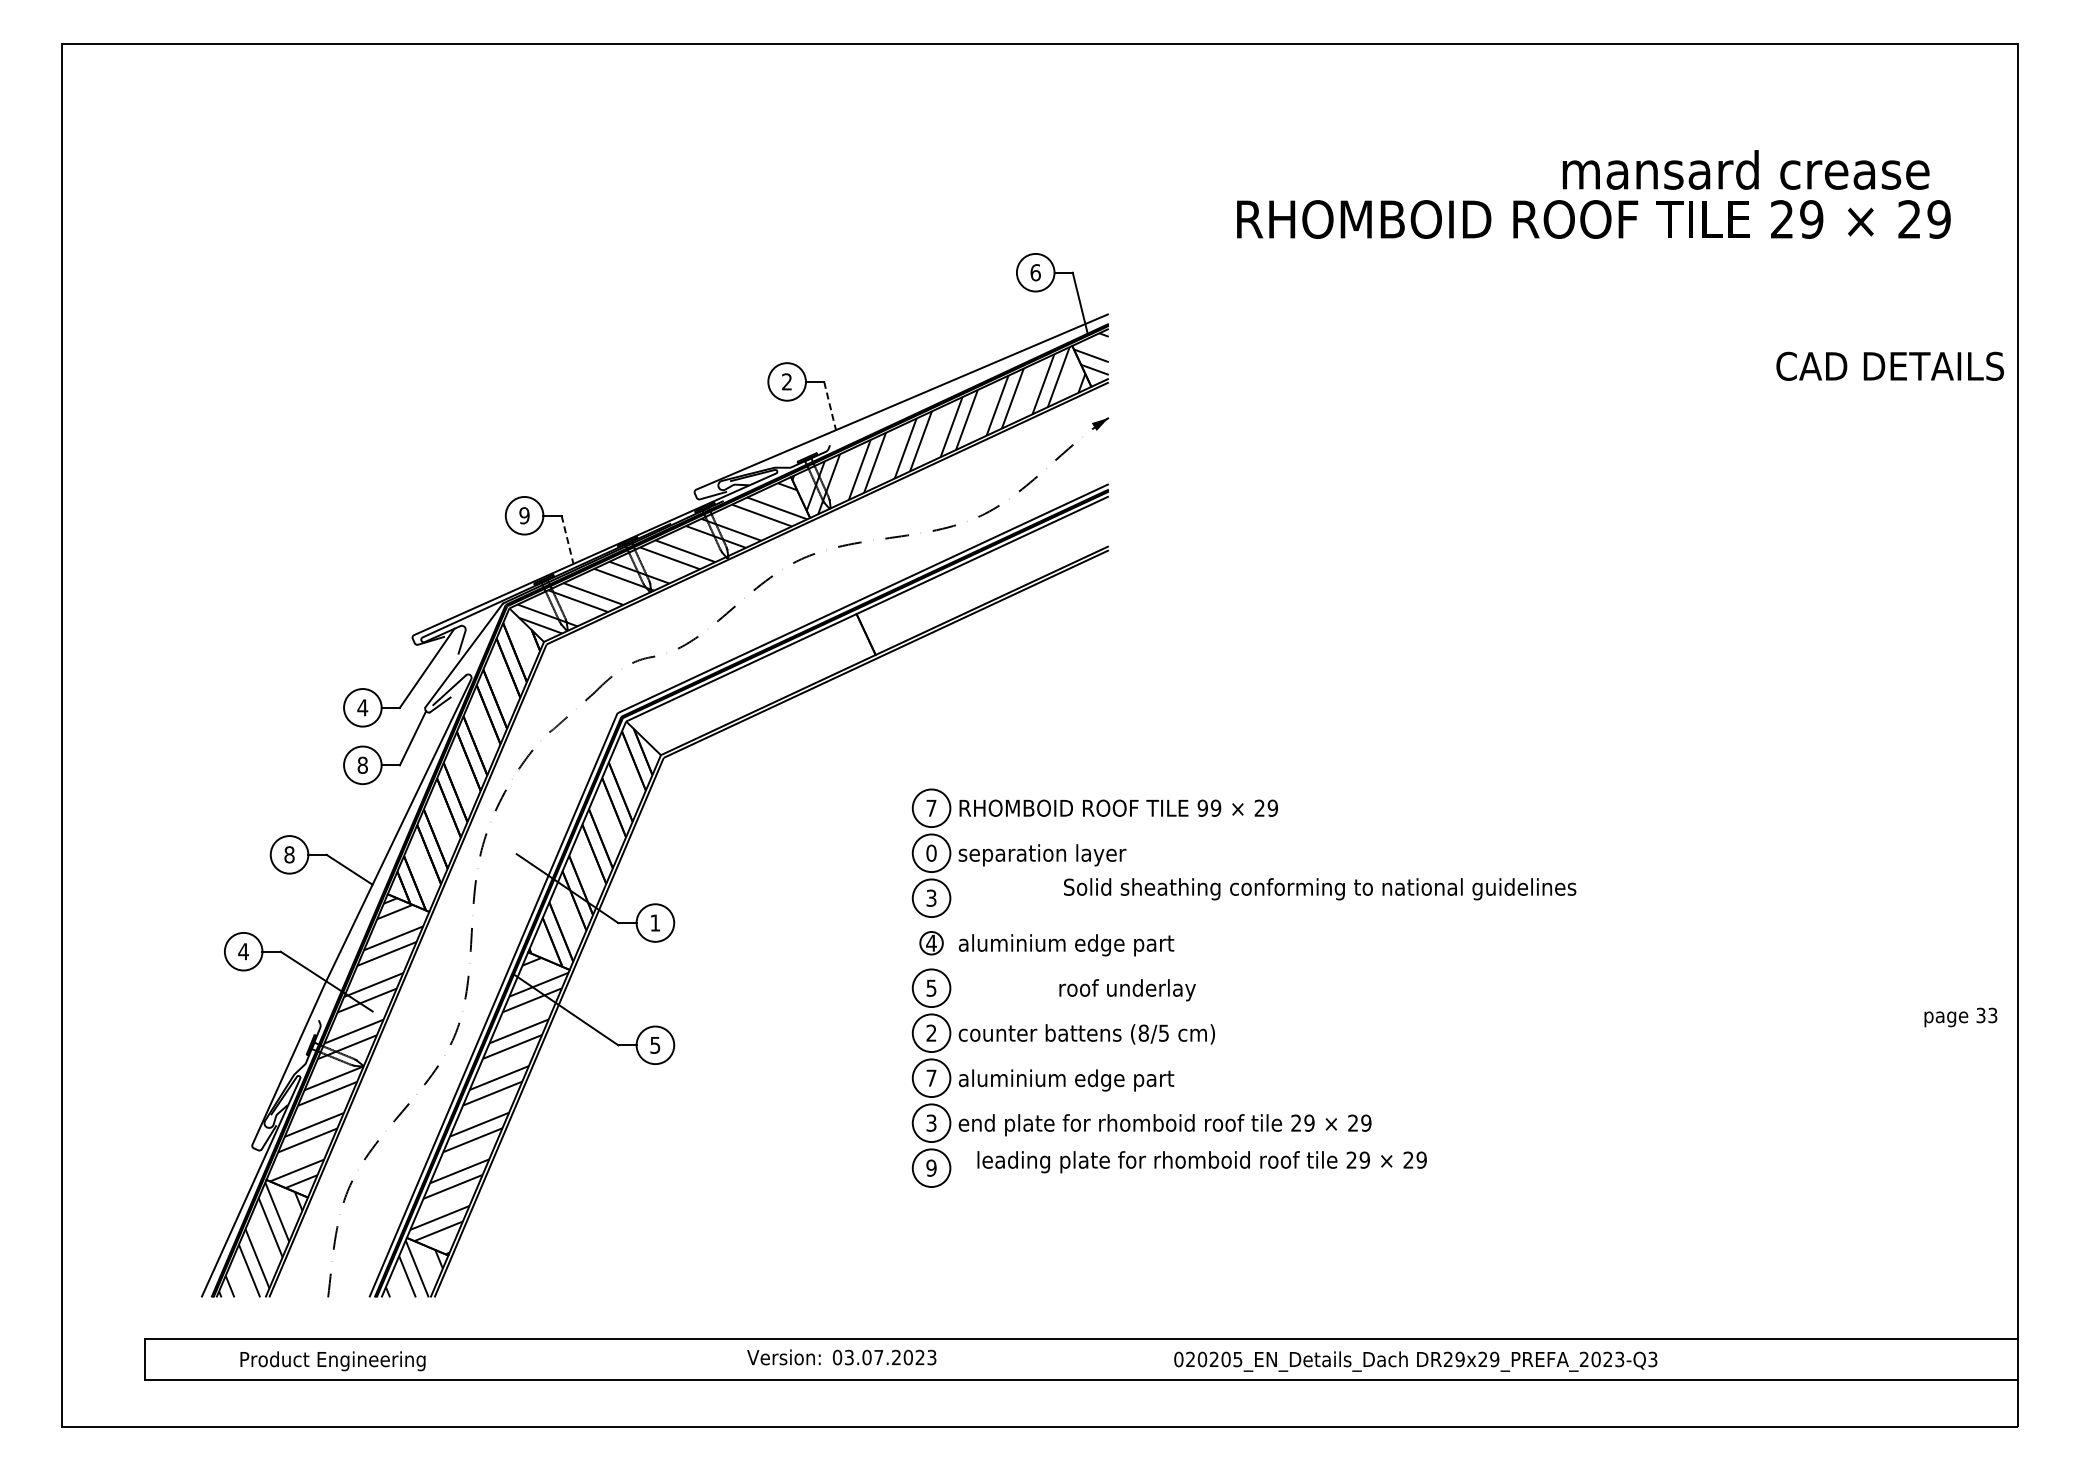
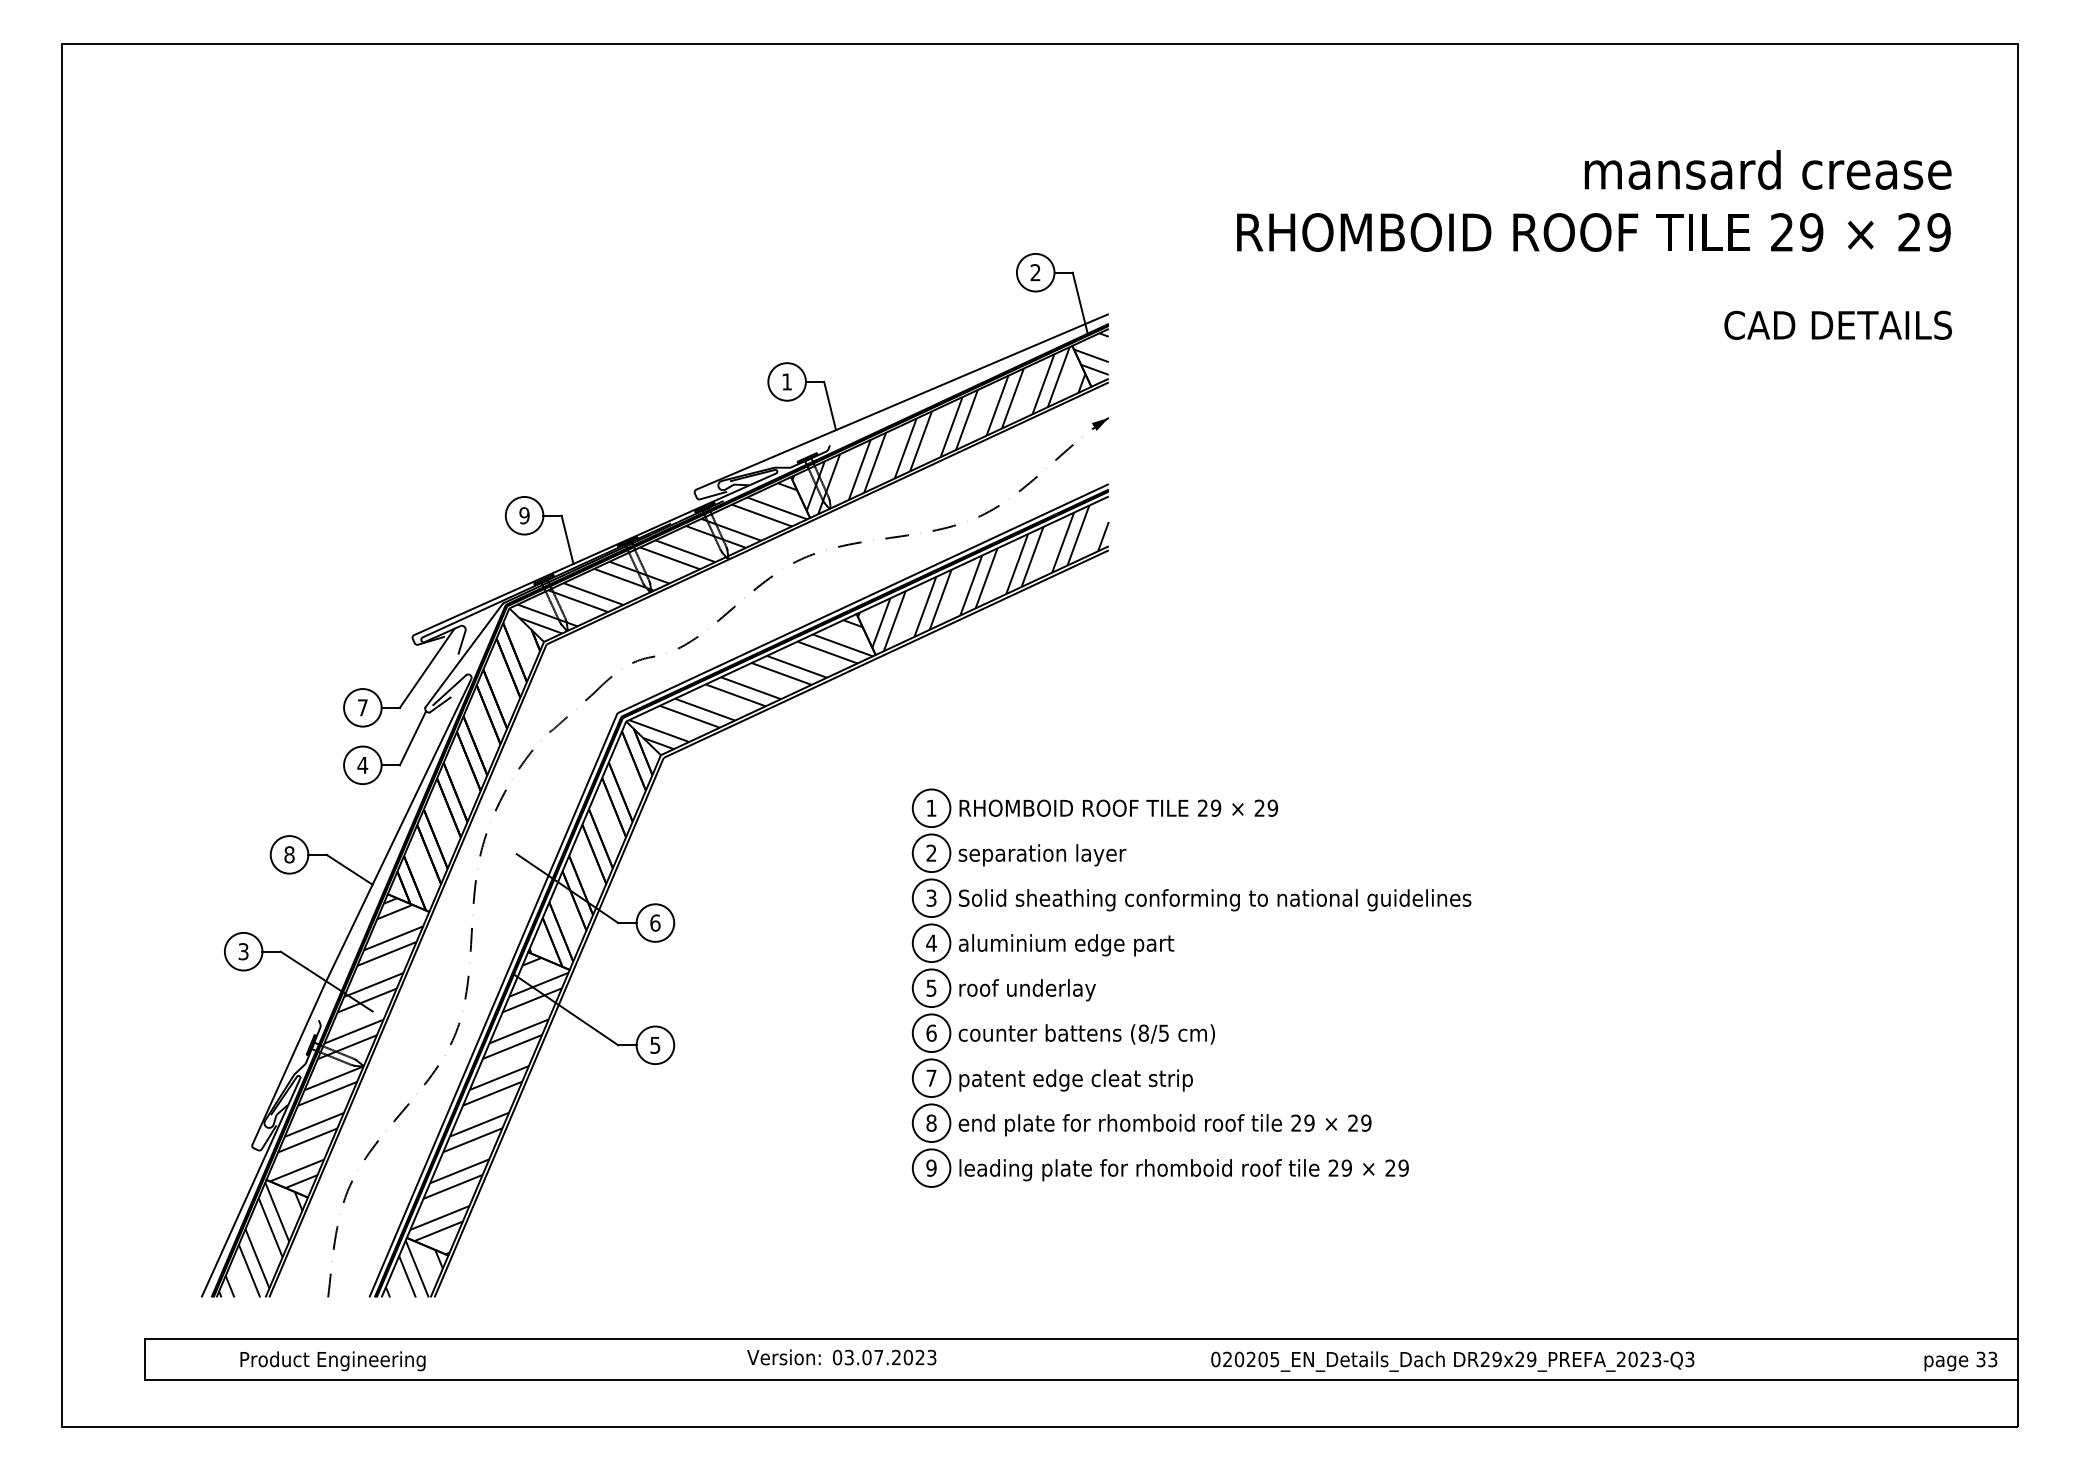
text at (1745, 169) position: (1745, 169) -> (1767, 169)
text at (1593, 219) position: (1593, 219) -> (1593, 232)
text at (1035, 272): 6 -> 2
text at (1889, 365) position: (1889, 365) -> (1837, 324)
text at (786, 381): 2 -> 1
line at (830, 406): dashed -> solid
line at (567, 539): dashed -> solid
hatch at (983, 578): none -> present
hatch at (750, 684): none -> present
text at (362, 707): 4 -> 7
text at (362, 764): 8 -> 4
text at (931, 807): 7 -> 1
text at (1202, 807): 99 -> 29
text at (931, 852): 0 -> 2
text at (1320, 889) position: (1320, 889) -> (1215, 900)
text at (655, 922): 1 -> 6
circle at (931, 942) diameter: 23 px -> 38 px
text at (243, 951): 4 -> 3
text at (1127, 990) position: (1127, 990) -> (1027, 990)
text at (1960, 1017) position: (1960, 1017) -> (1960, 1361)
text at (931, 1032): 2 -> 6
text at (1075, 1080): aluminium edge part -> patent edge cleat strip
text at (931, 1122): 3 -> 8
text at (1201, 1162) position: (1201, 1162) -> (1183, 1170)
text at (1415, 1361) position: (1415, 1361) -> (1452, 1361)
